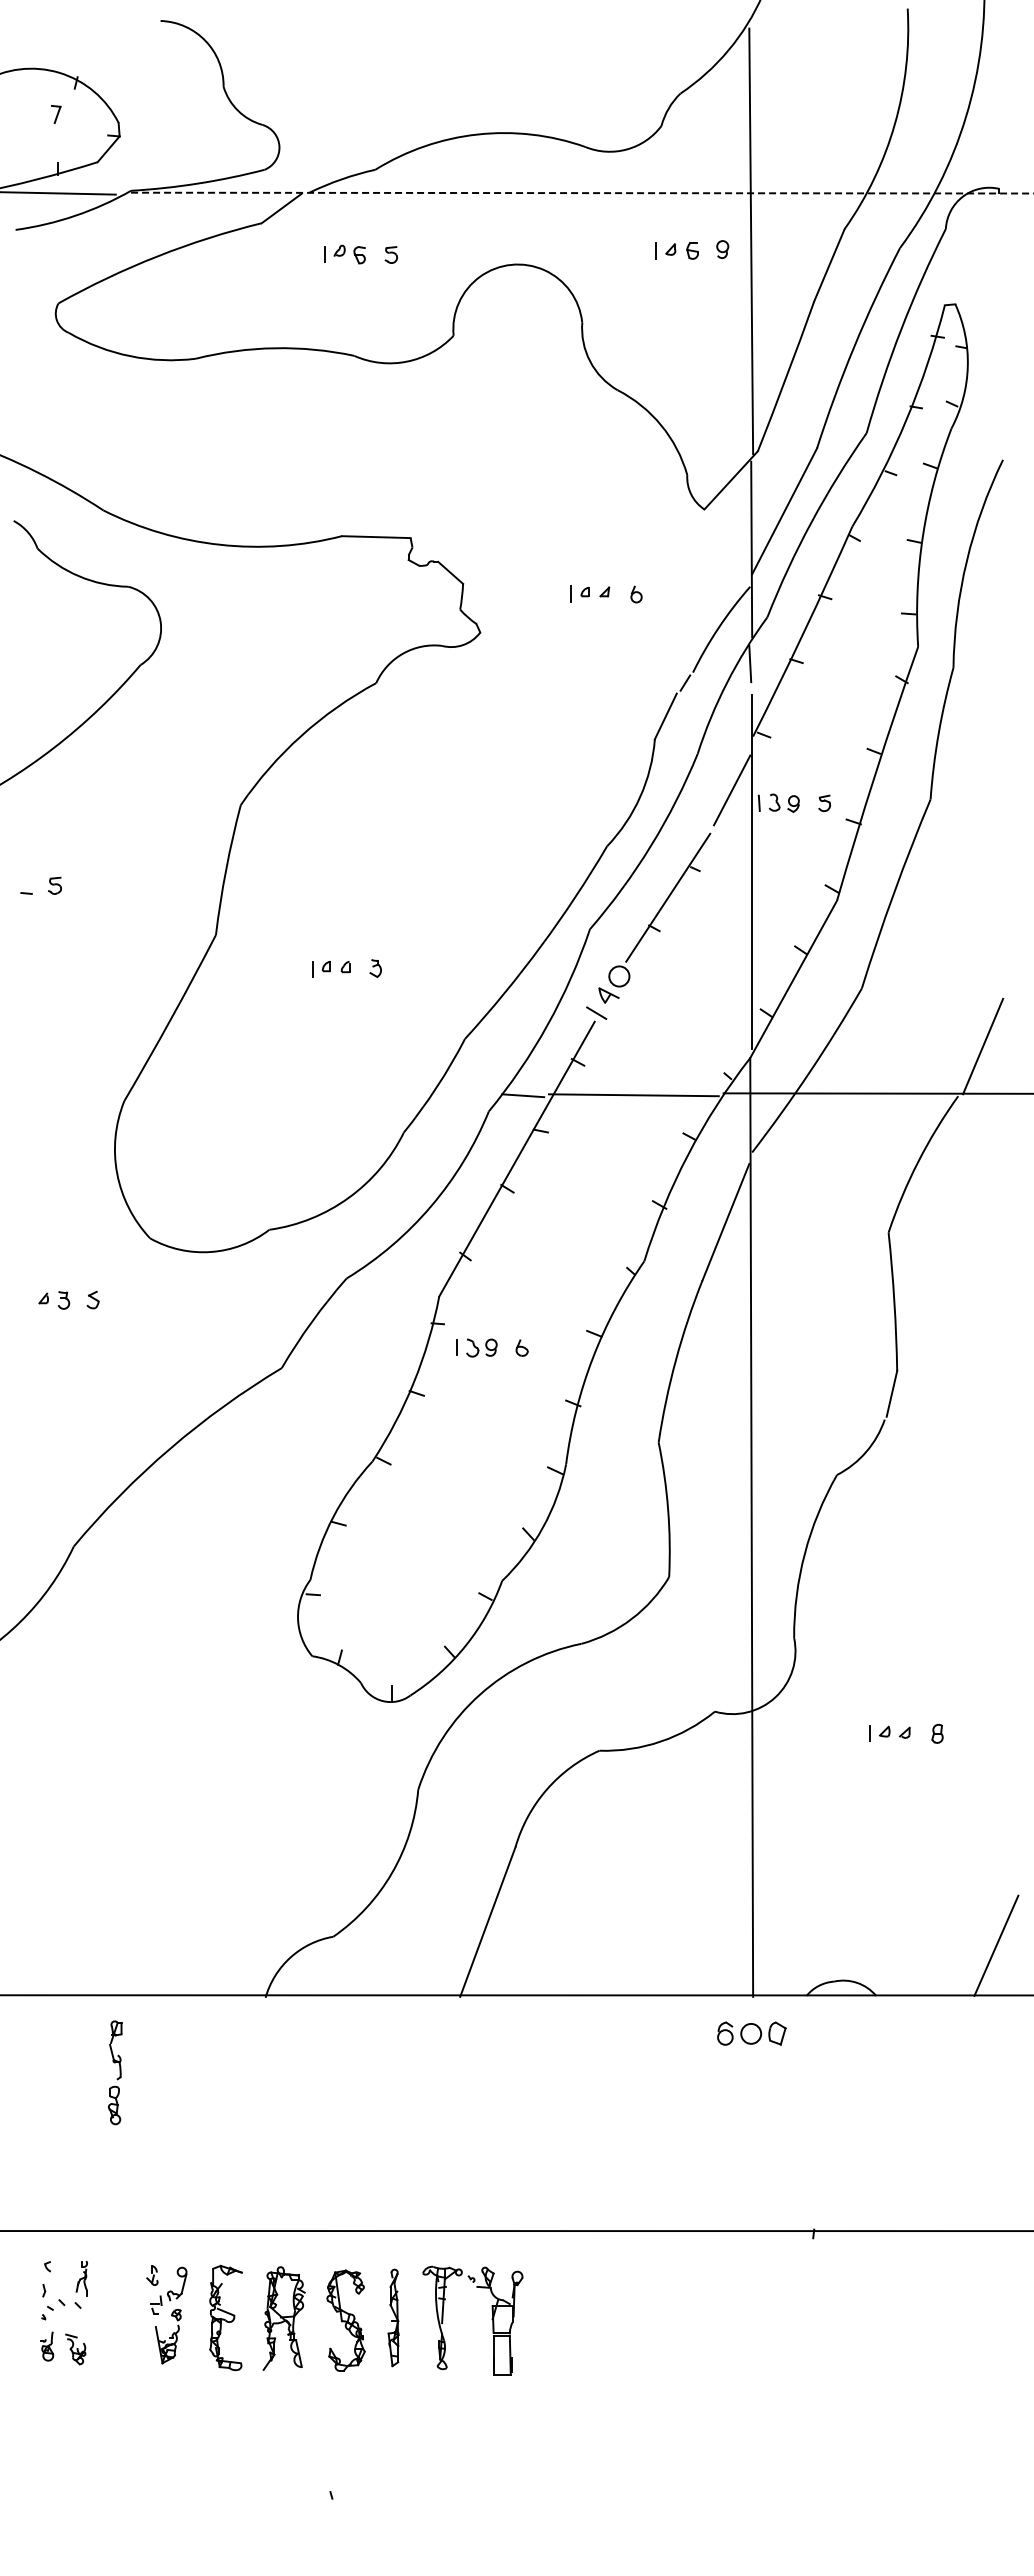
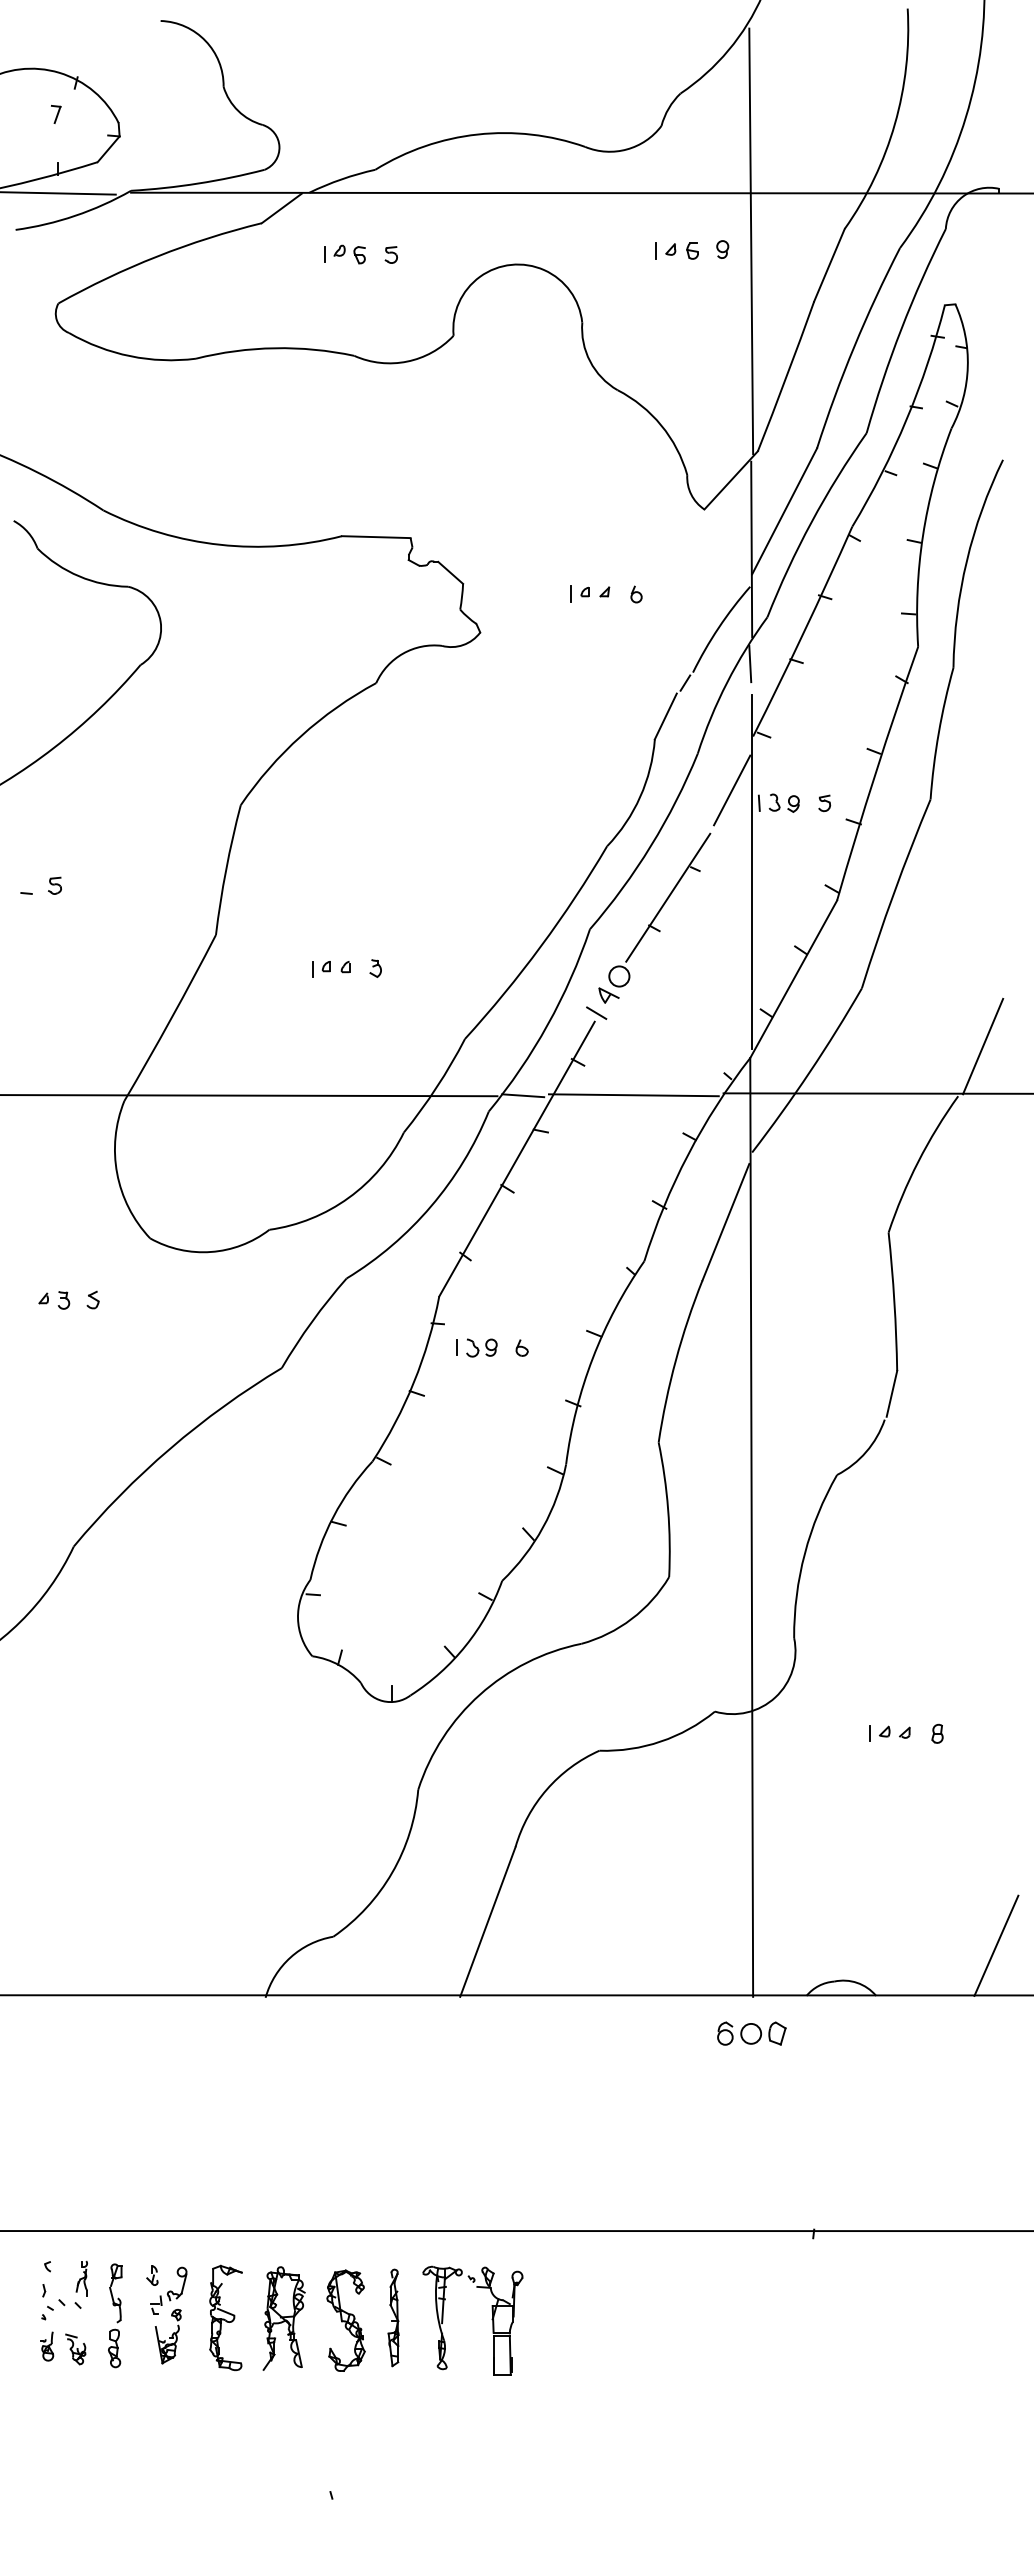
line at (583, 193): dashed -> solid
line at (249, 1095): none -> present
part at (115, 2072) position: (115, 2072) -> (115, 2315)
